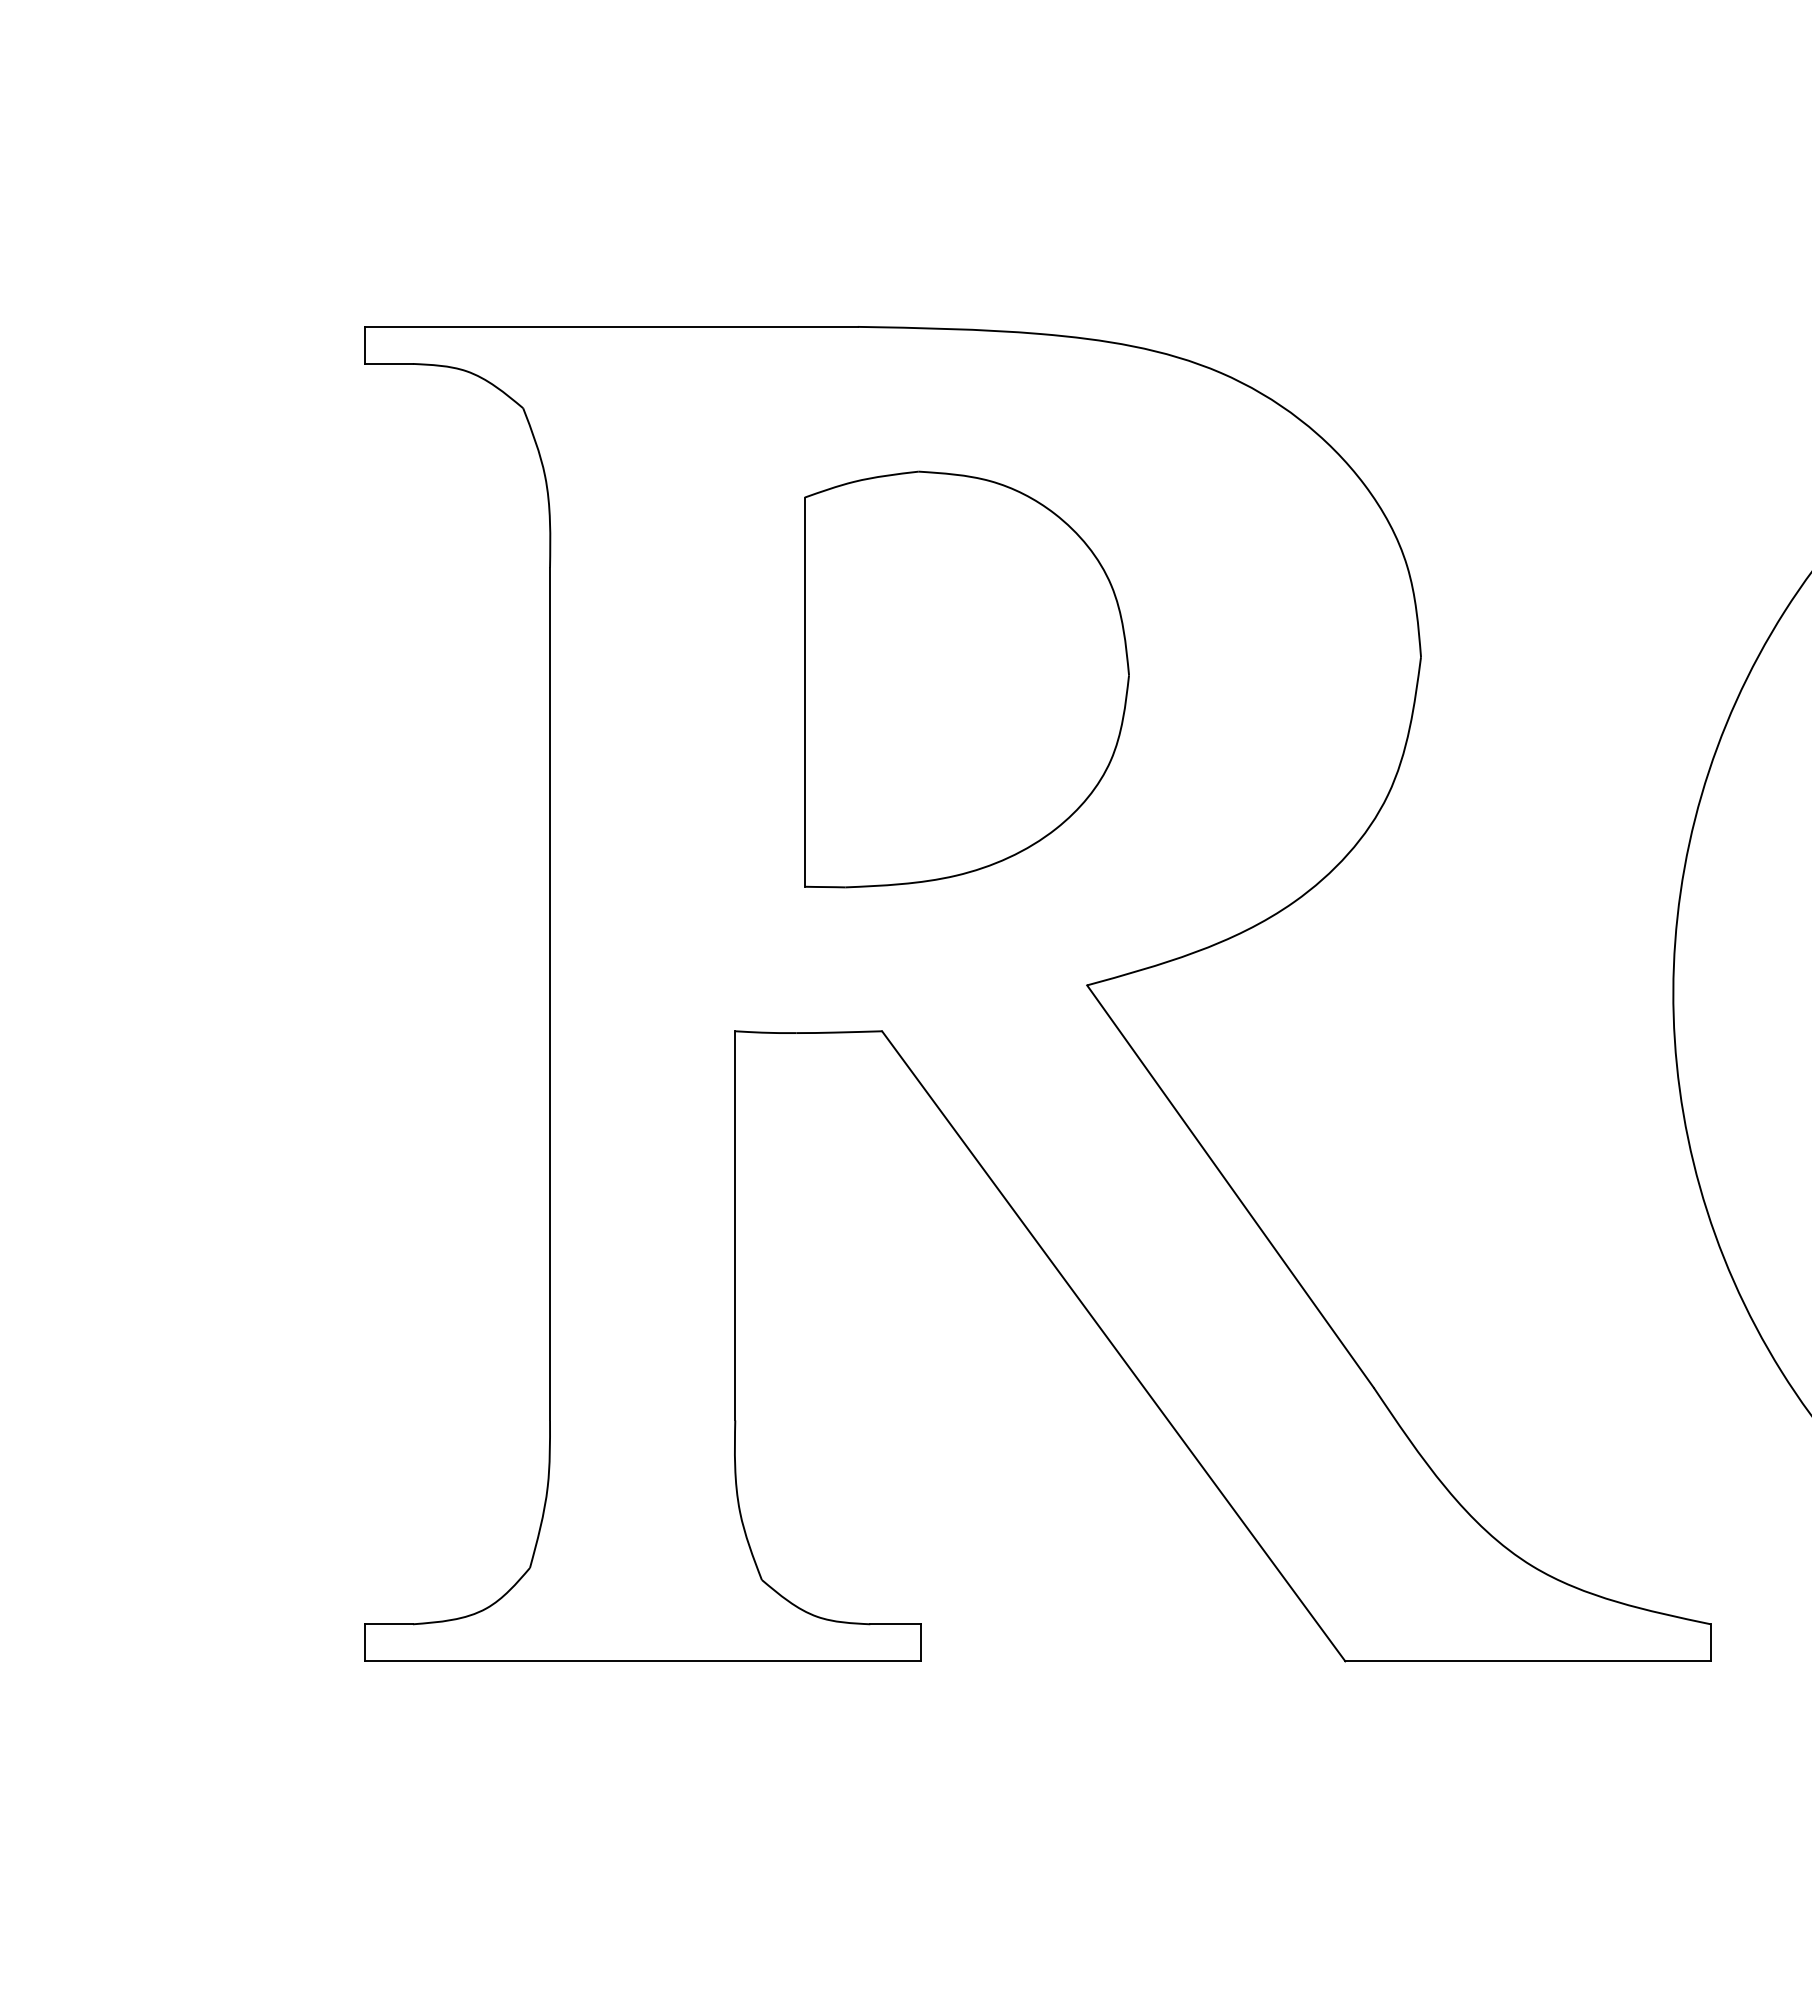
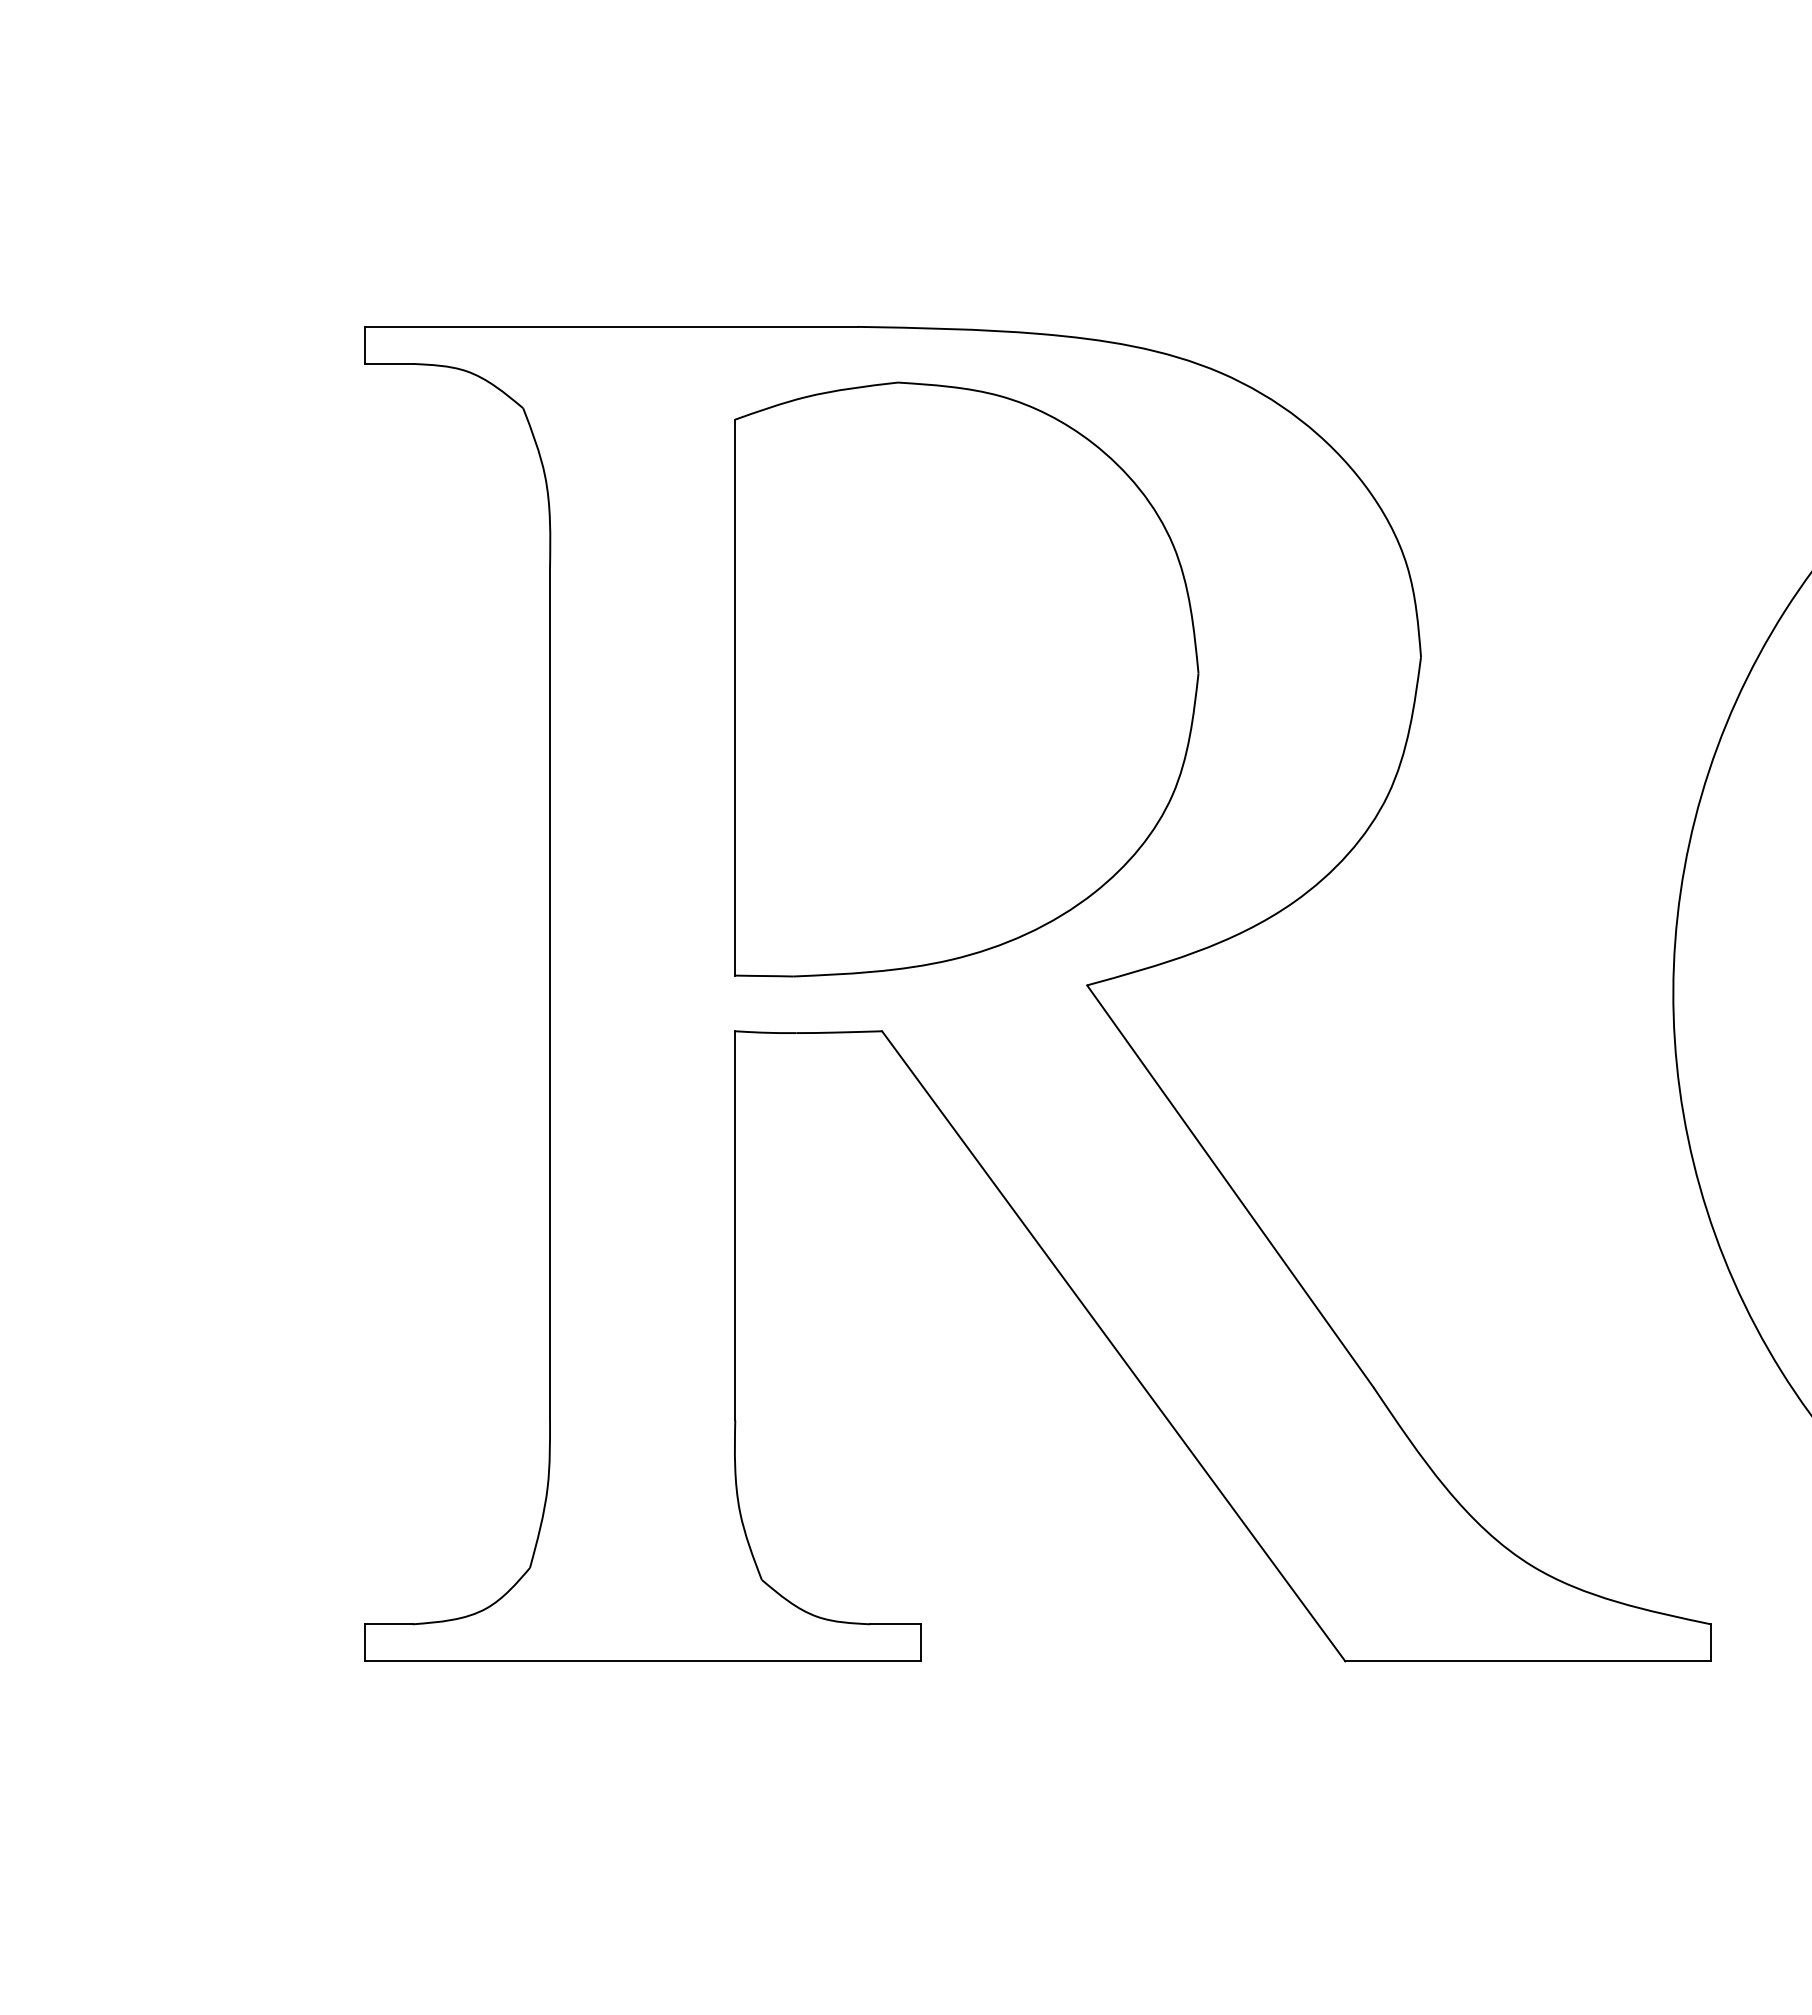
part at (966, 679) size: 326x419 px -> 466x597 px
